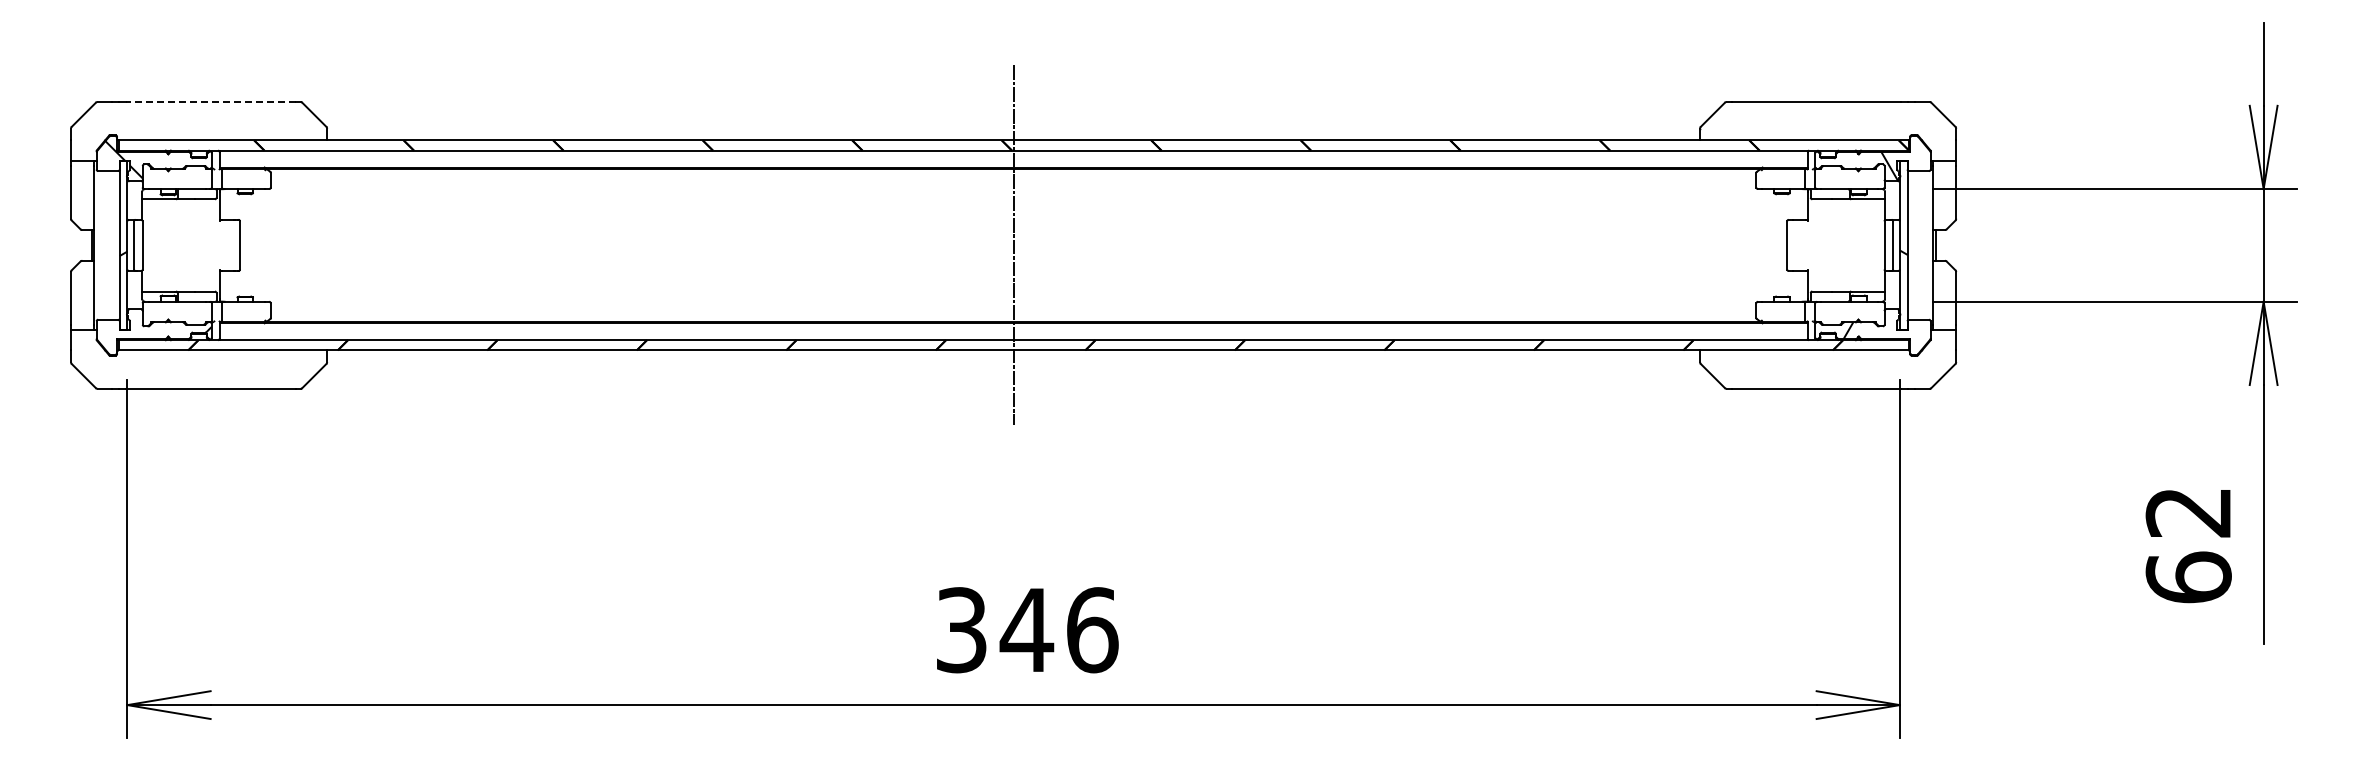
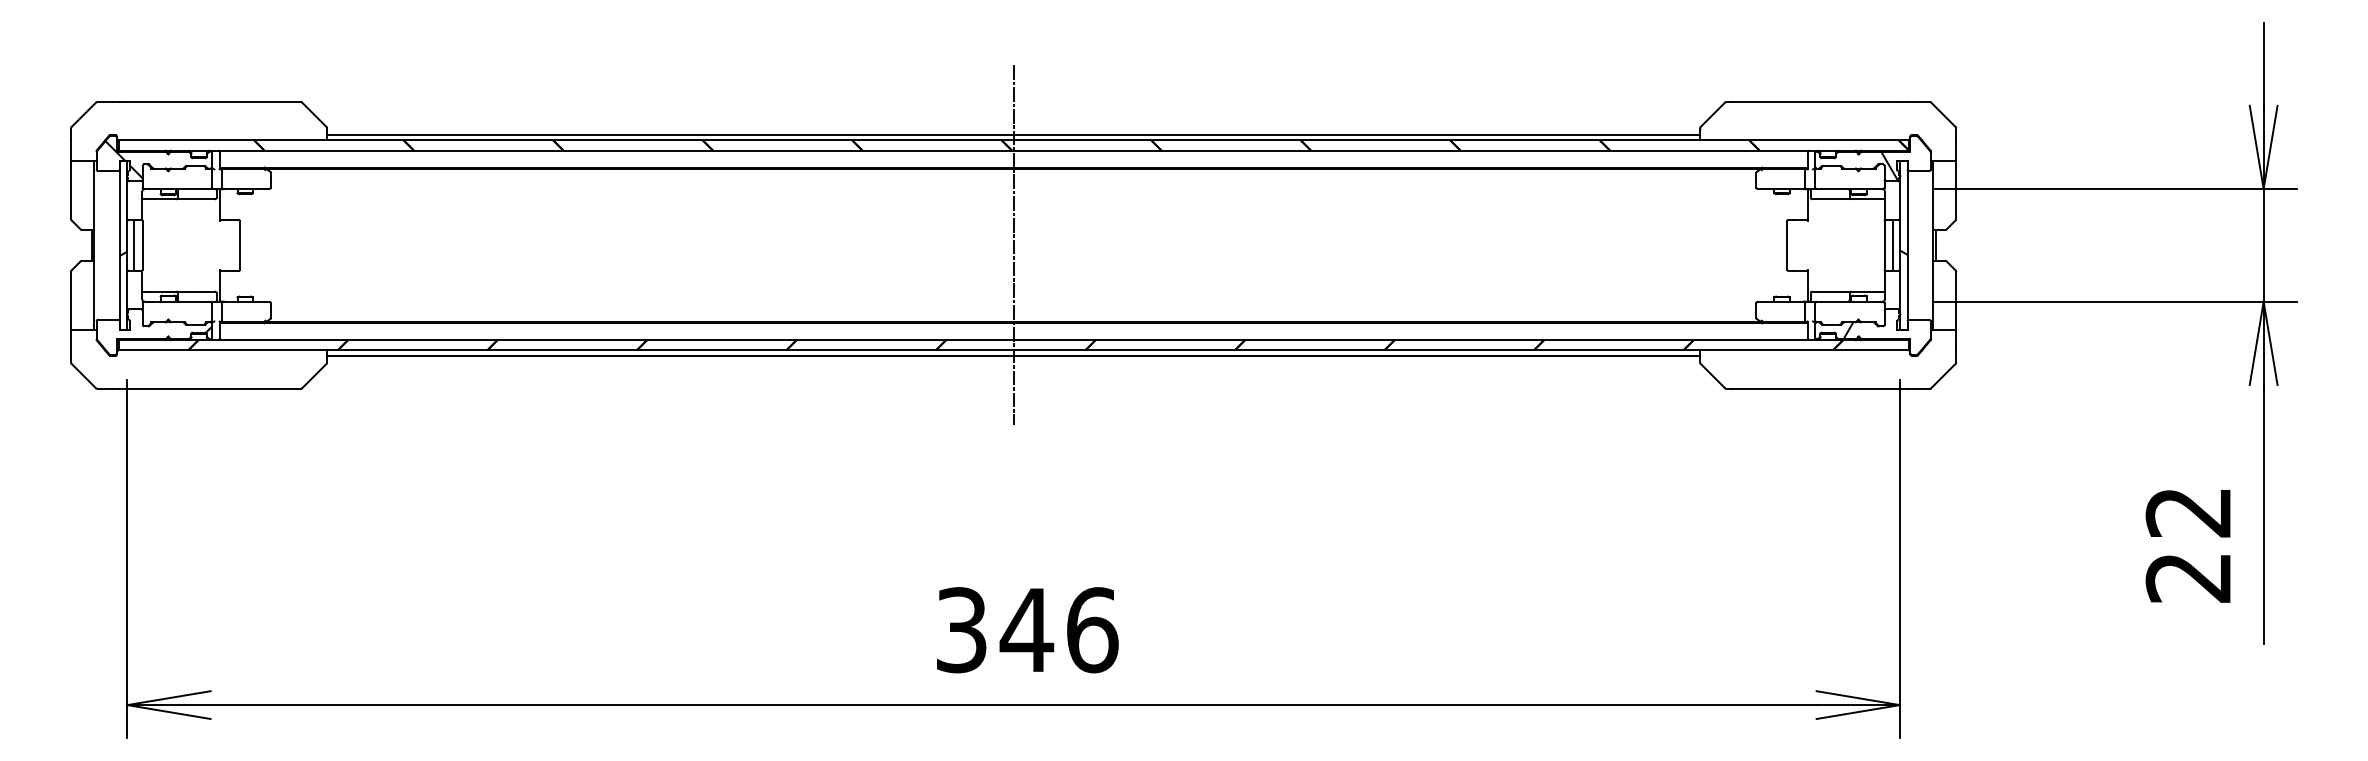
line at (210, 101): dashed -> solid
line at (1013, 135): none -> present
line at (1013, 355): none -> present
text at (2188, 577): 62 -> 22
